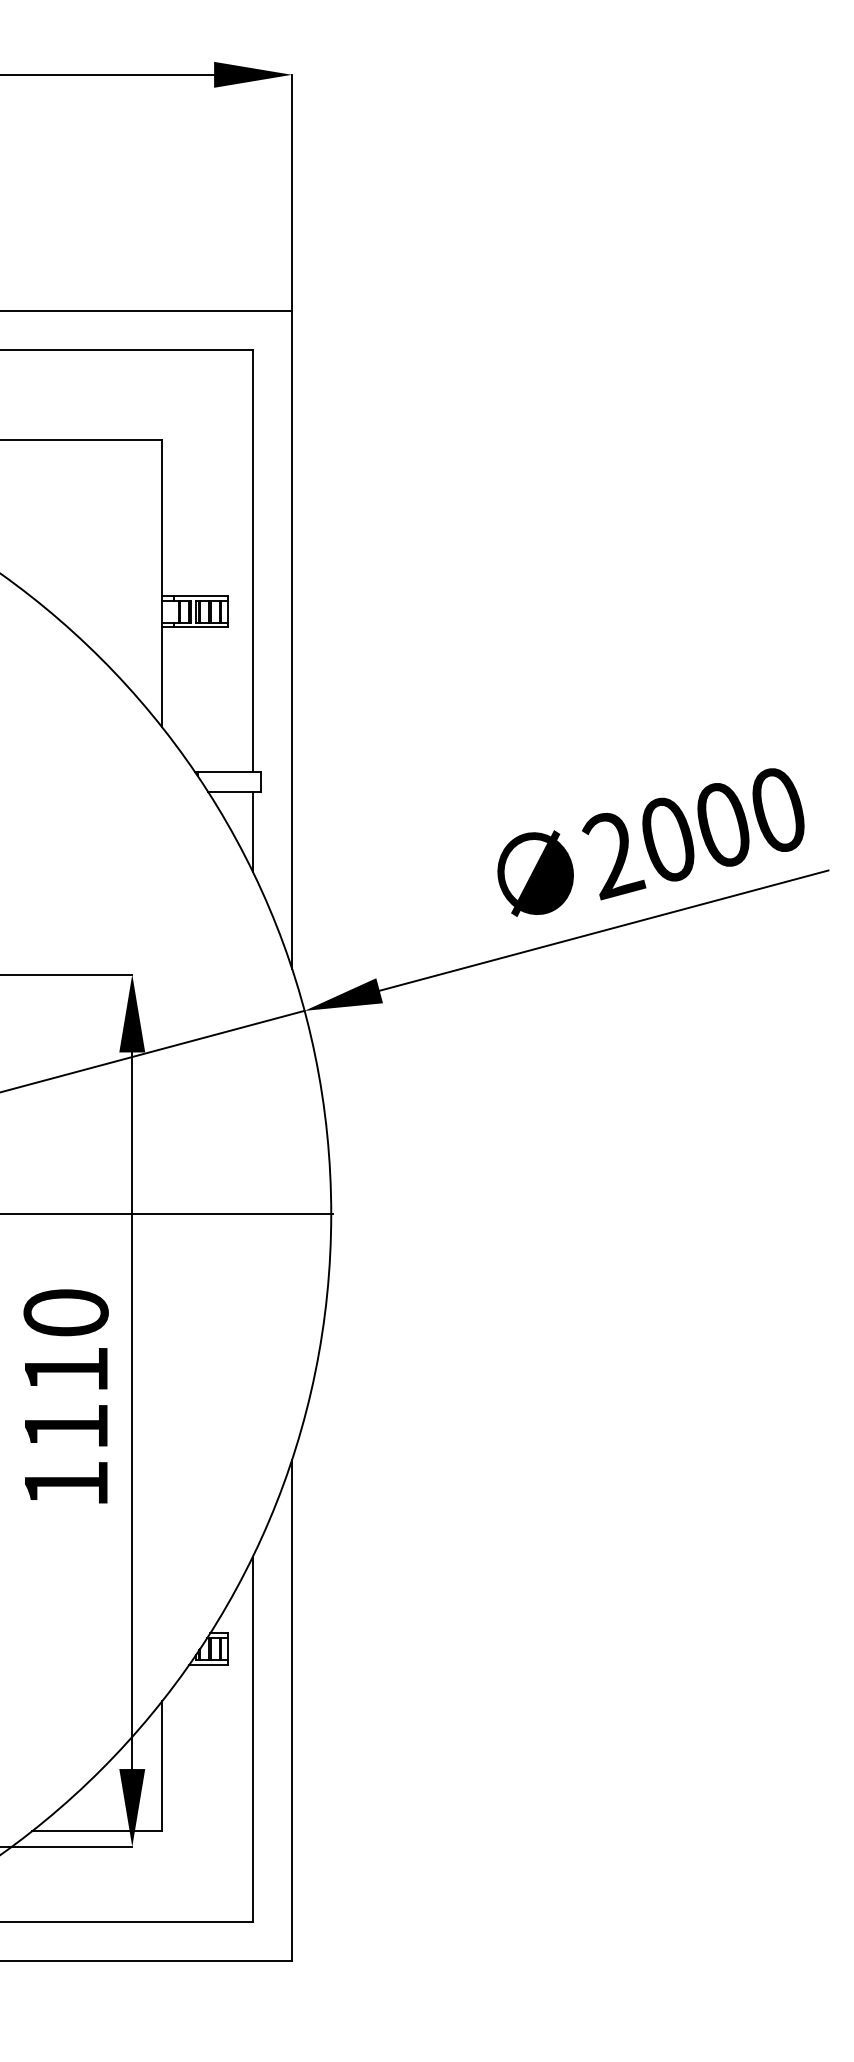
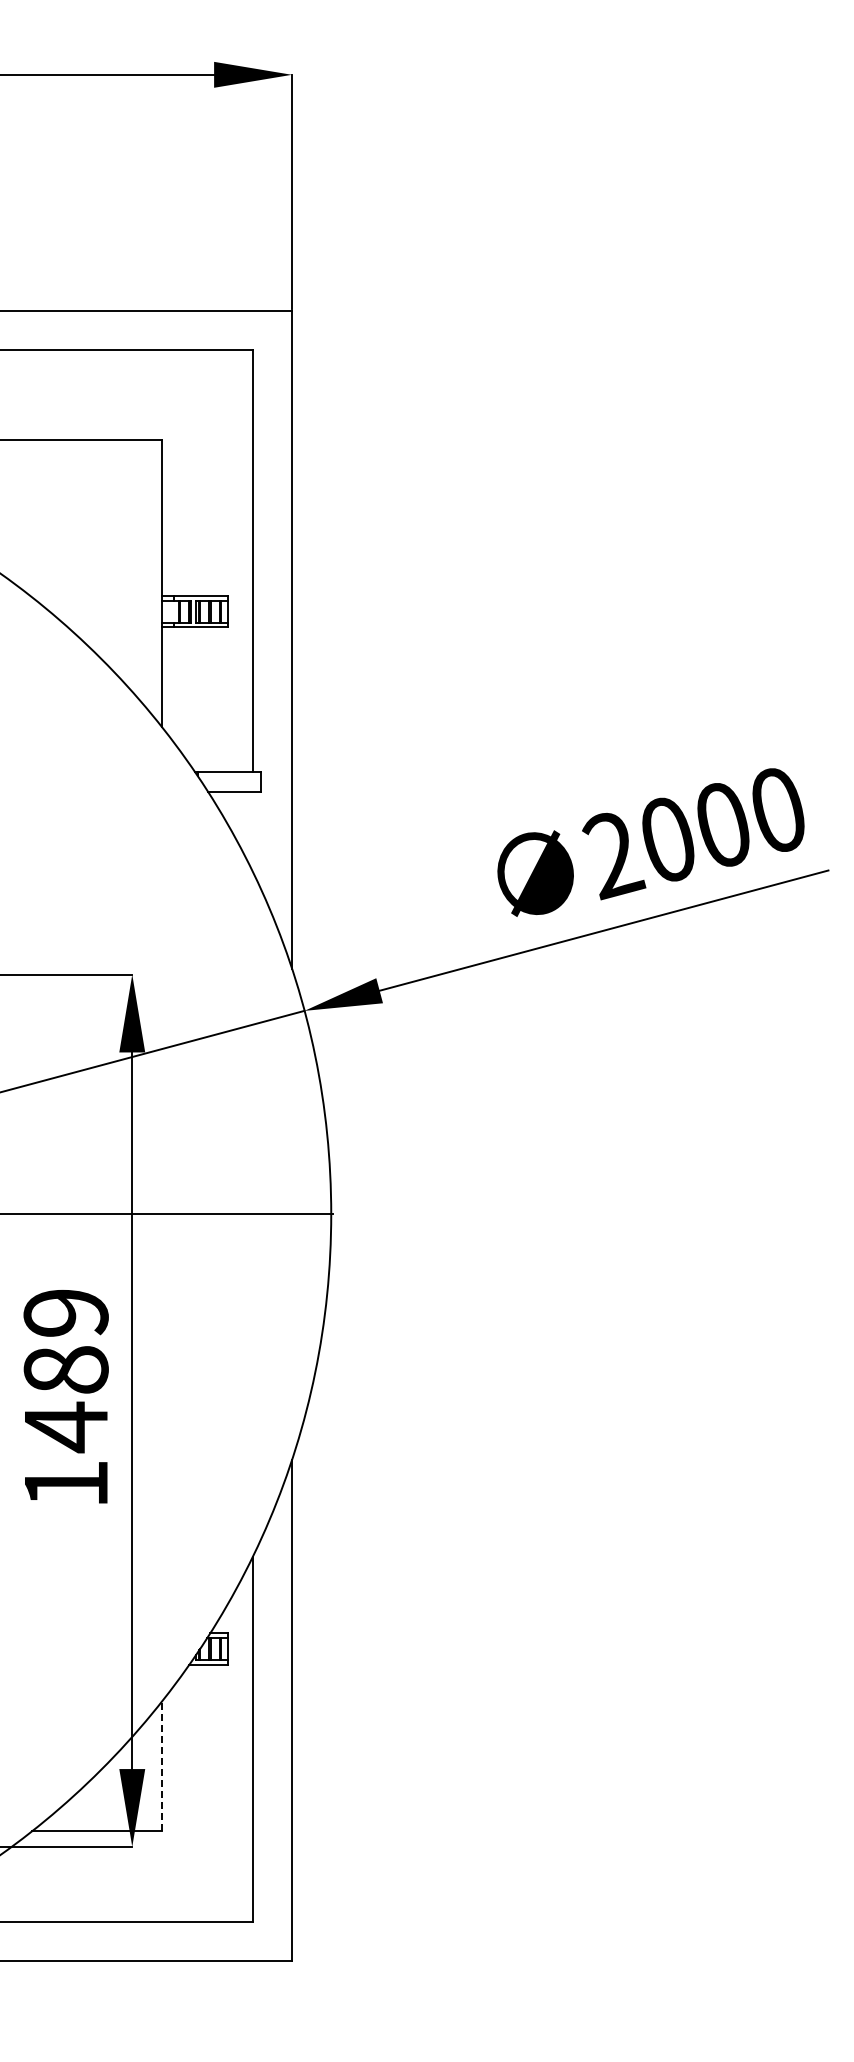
line at (252, 831): present -> none
text at (65, 1371): 1110 -> 1489
line at (162, 1765): solid -> dashed
